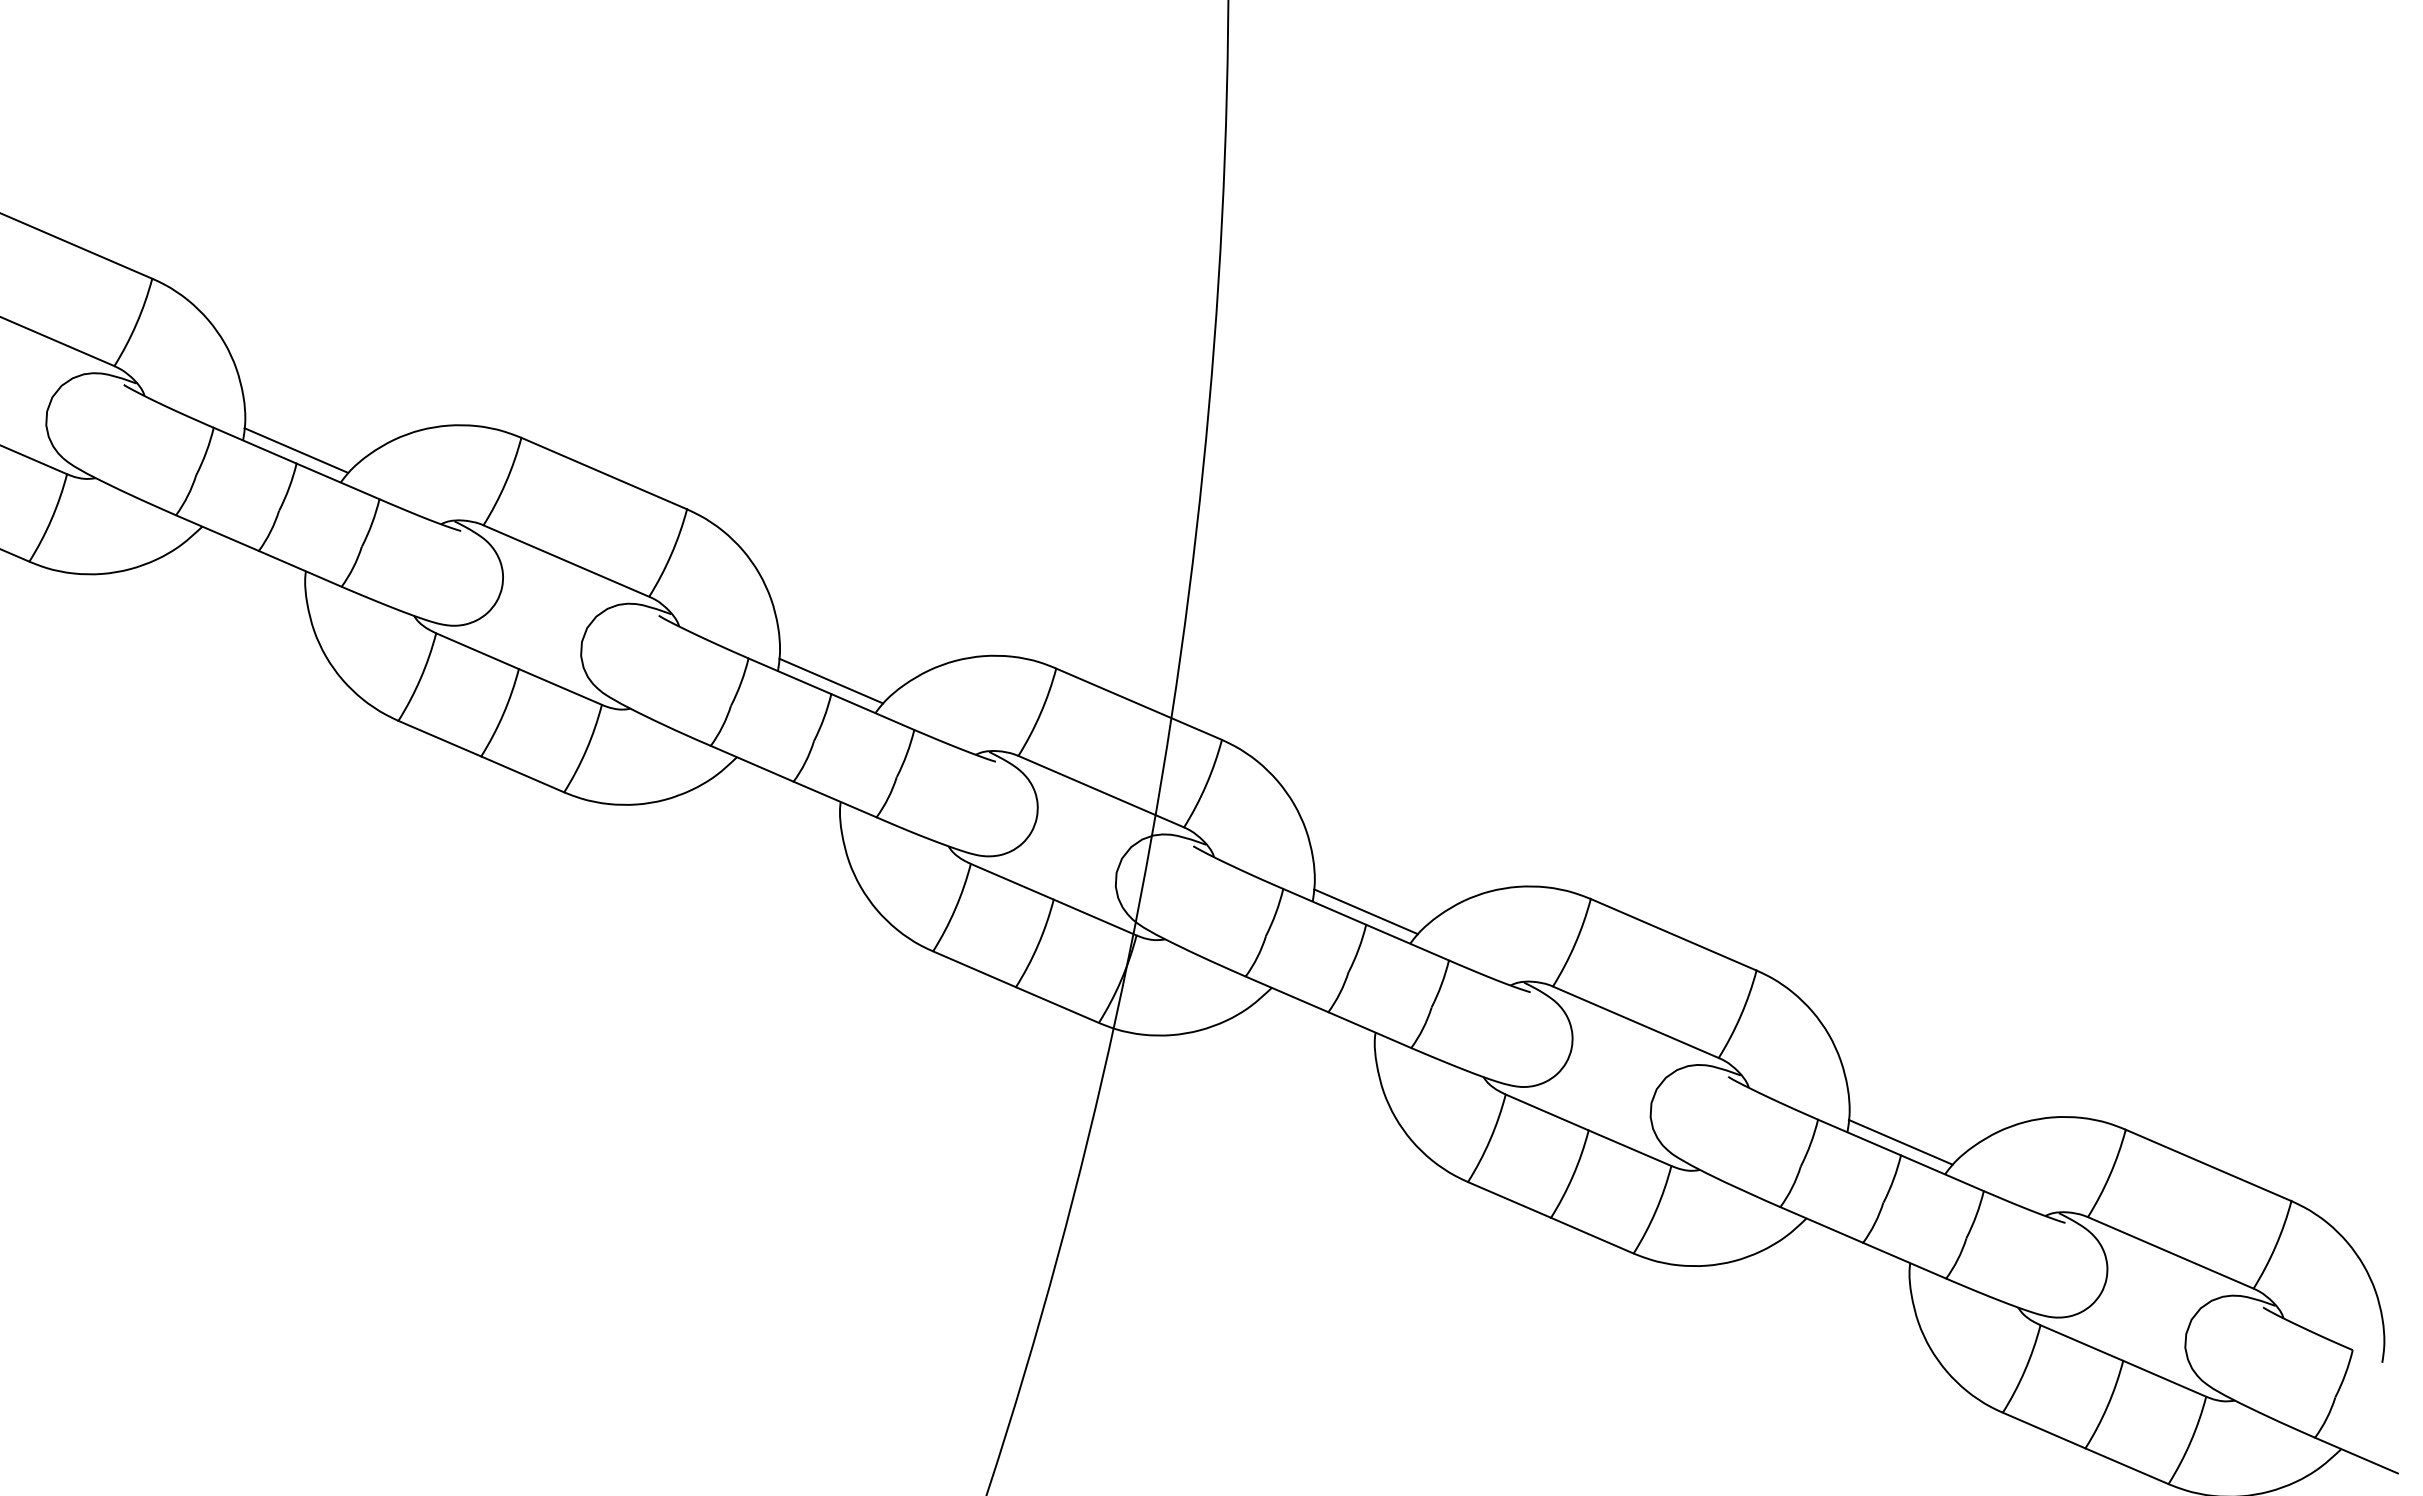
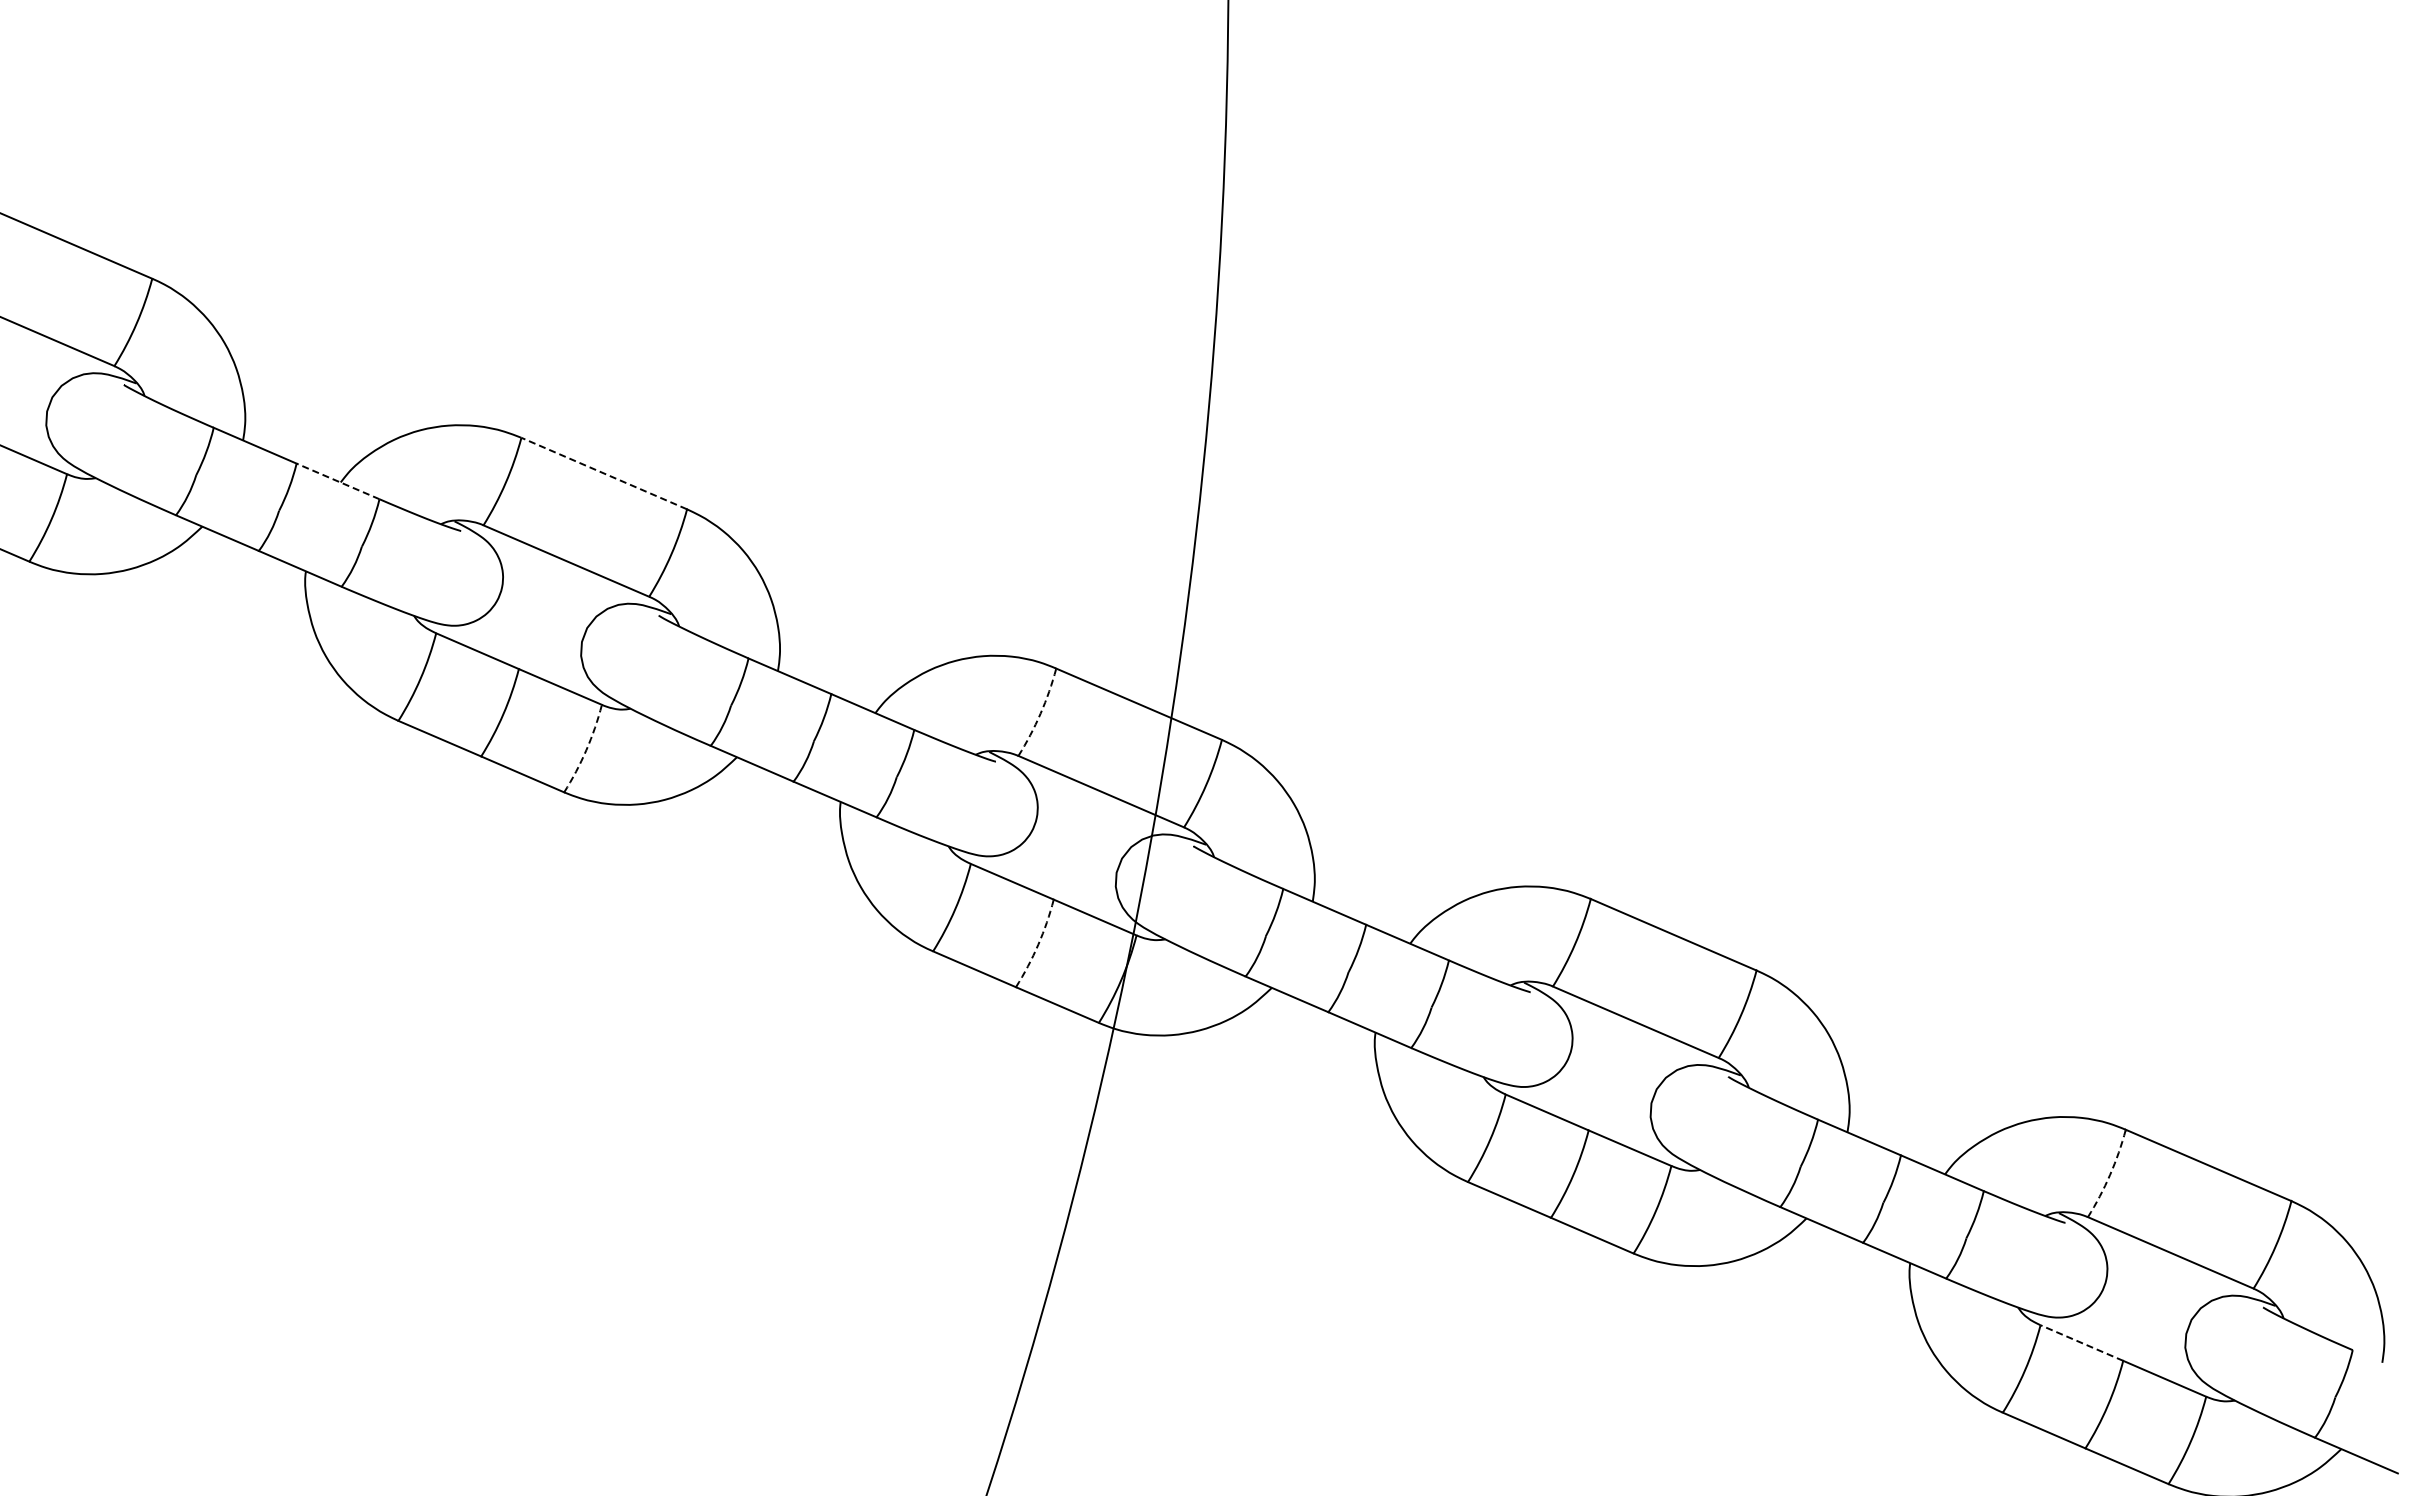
line at (296, 450): present -> none
line at (603, 473): solid -> dashed
line at (337, 481): solid -> dashed
line at (831, 680): present -> none
arc at (1040, 713): solid -> dashed
arc at (586, 750): solid -> dashed
line at (1365, 911): present -> none
arc at (1038, 944): solid -> dashed
line at (1900, 1141): present -> none
arc at (2110, 1174): solid -> dashed
line at (2081, 1342): solid -> dashed
